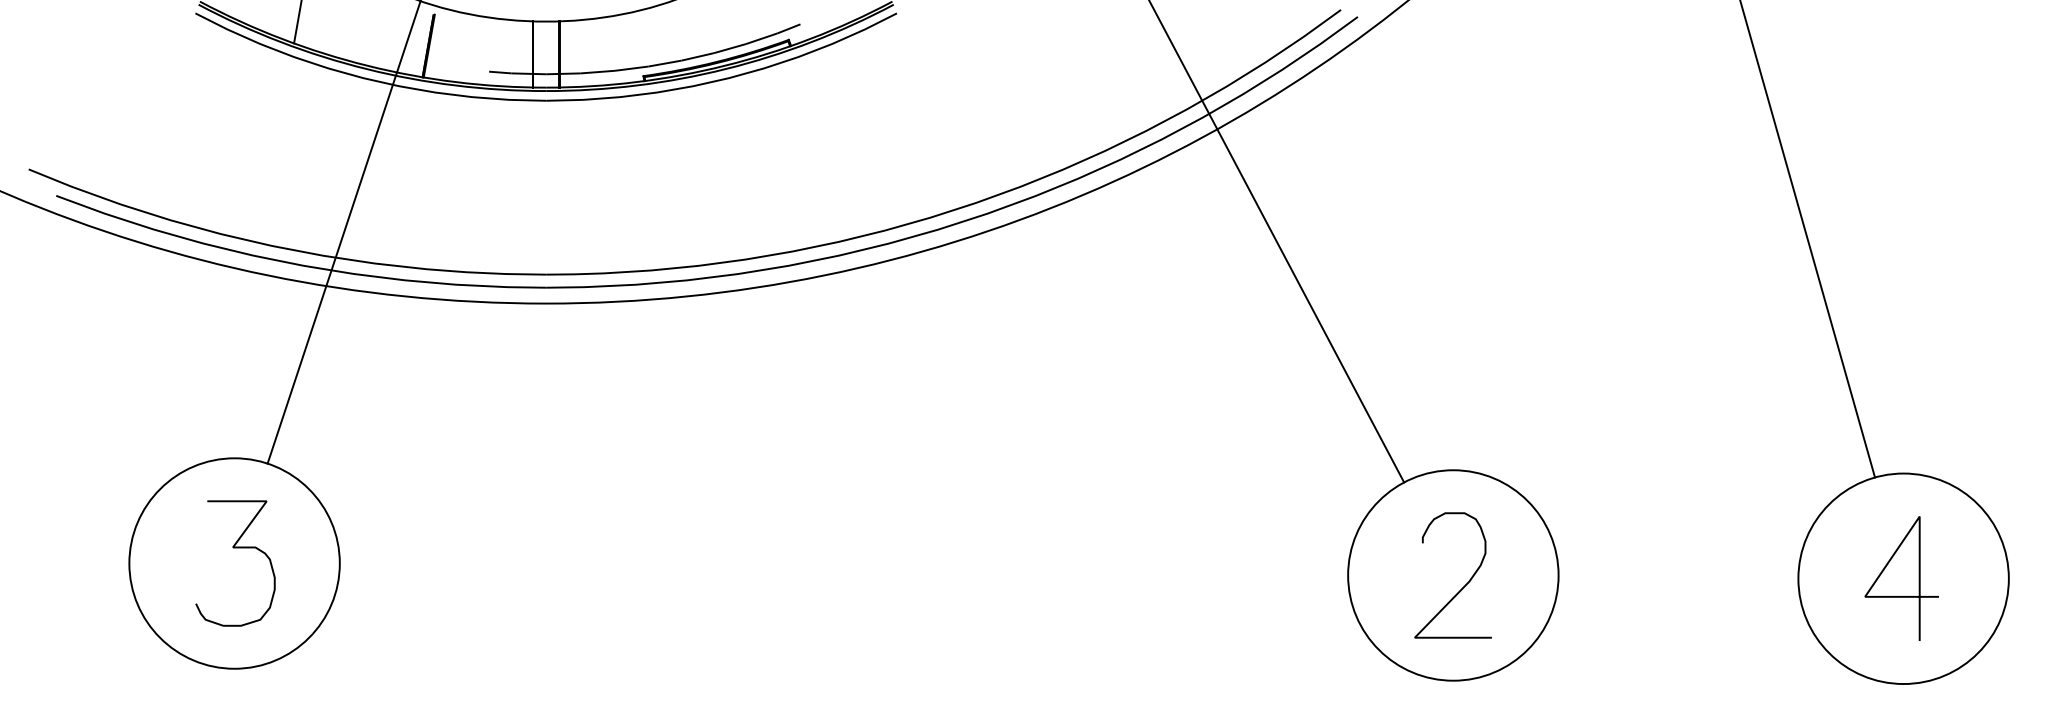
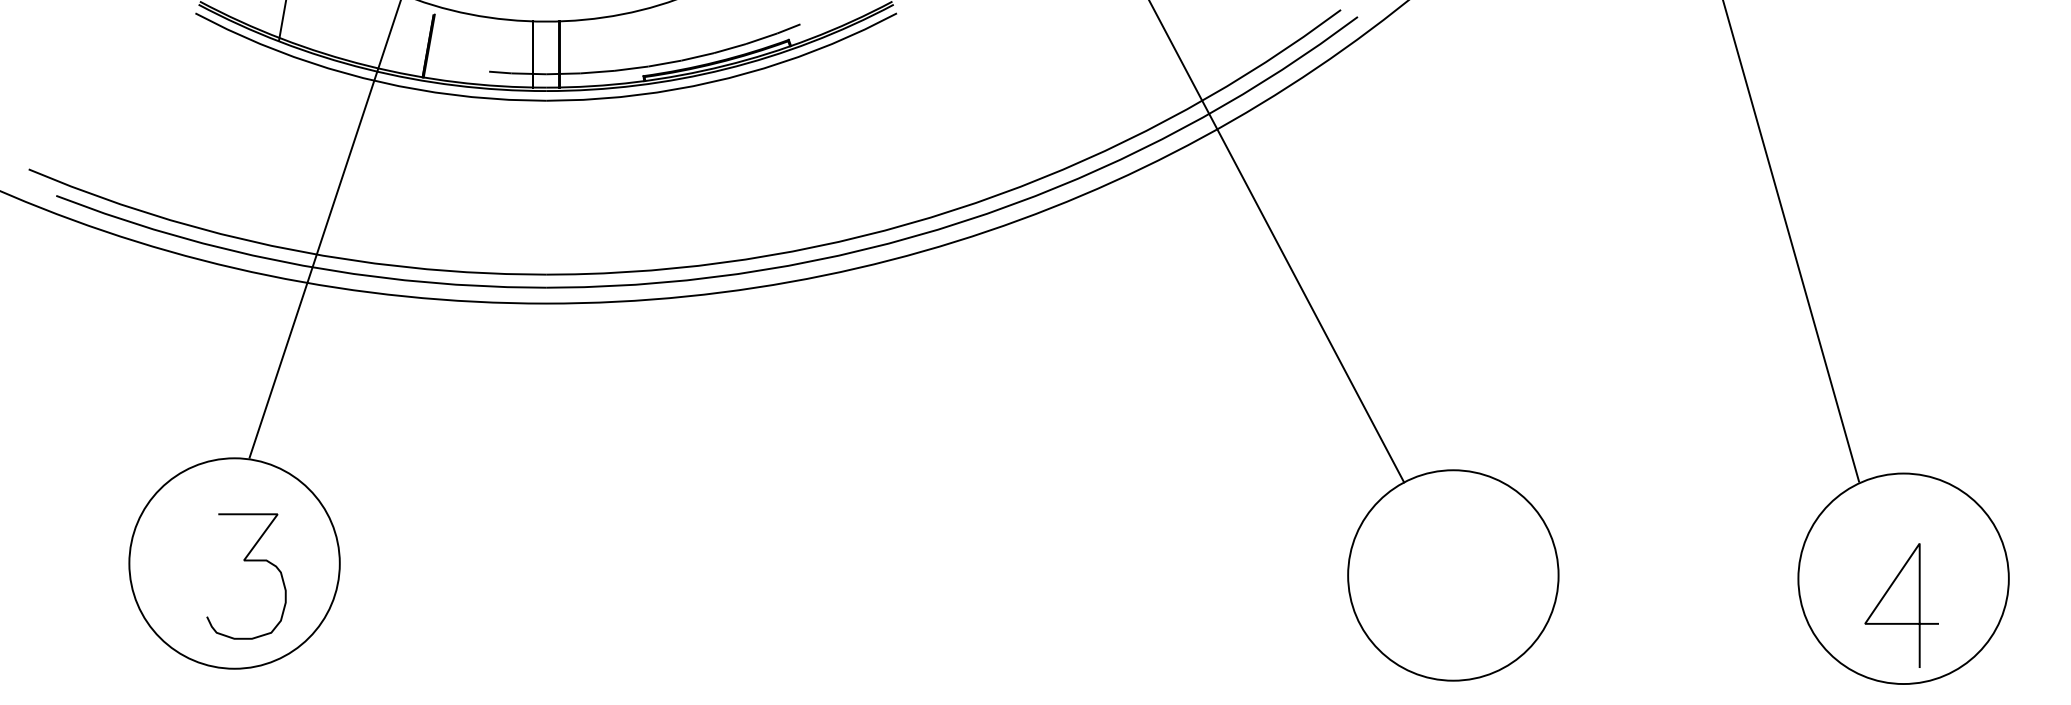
line at (297, 22) position: (297, 22) -> (282, 21)
line at (343, 232) position: (343, 232) -> (324, 229)
line at (1807, 239) position: (1807, 239) -> (1791, 241)
curve at (235, 548) position: (235, 548) -> (246, 561)
line at (1918, 578) position: (1918, 578) -> (1918, 605)
curve at (1463, 586): present -> none
